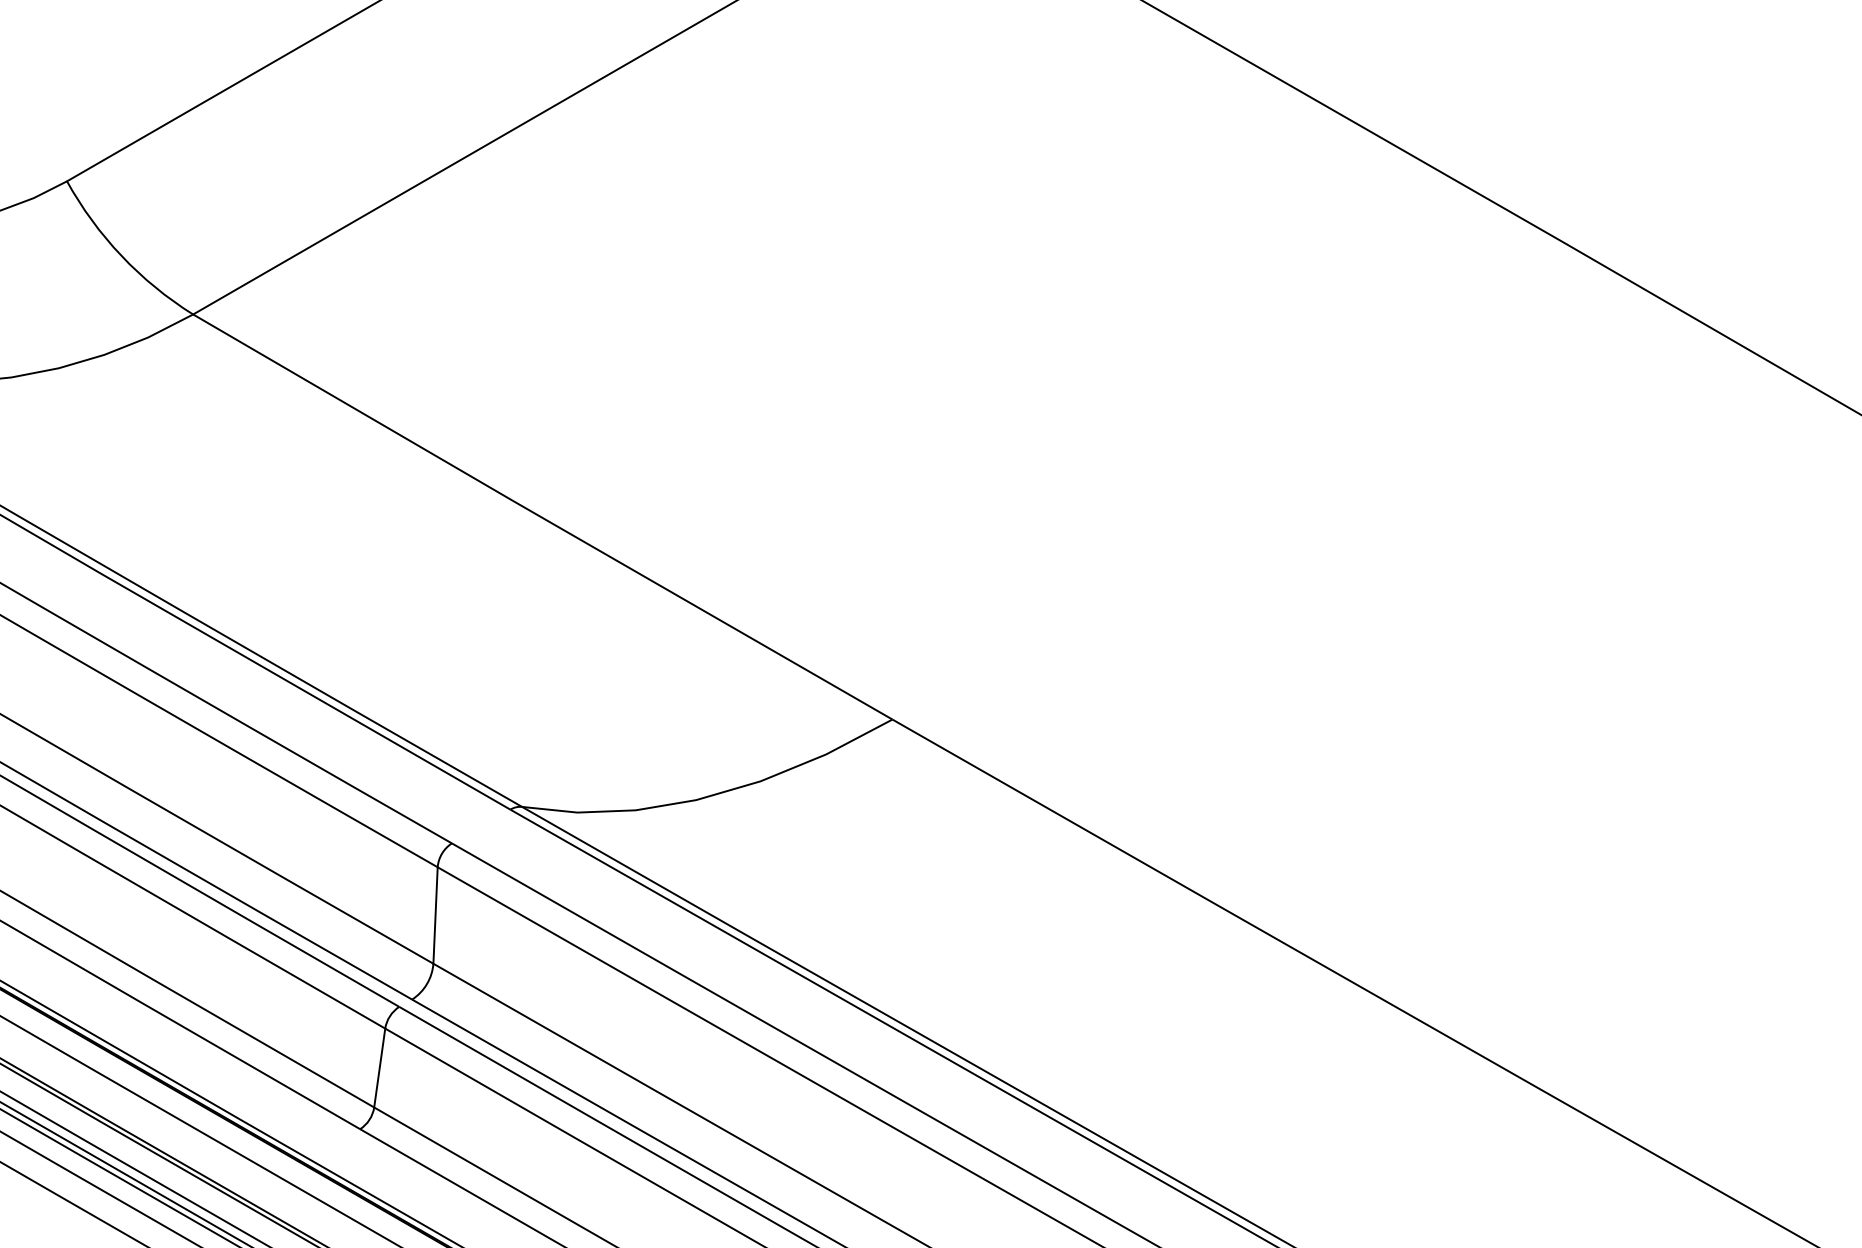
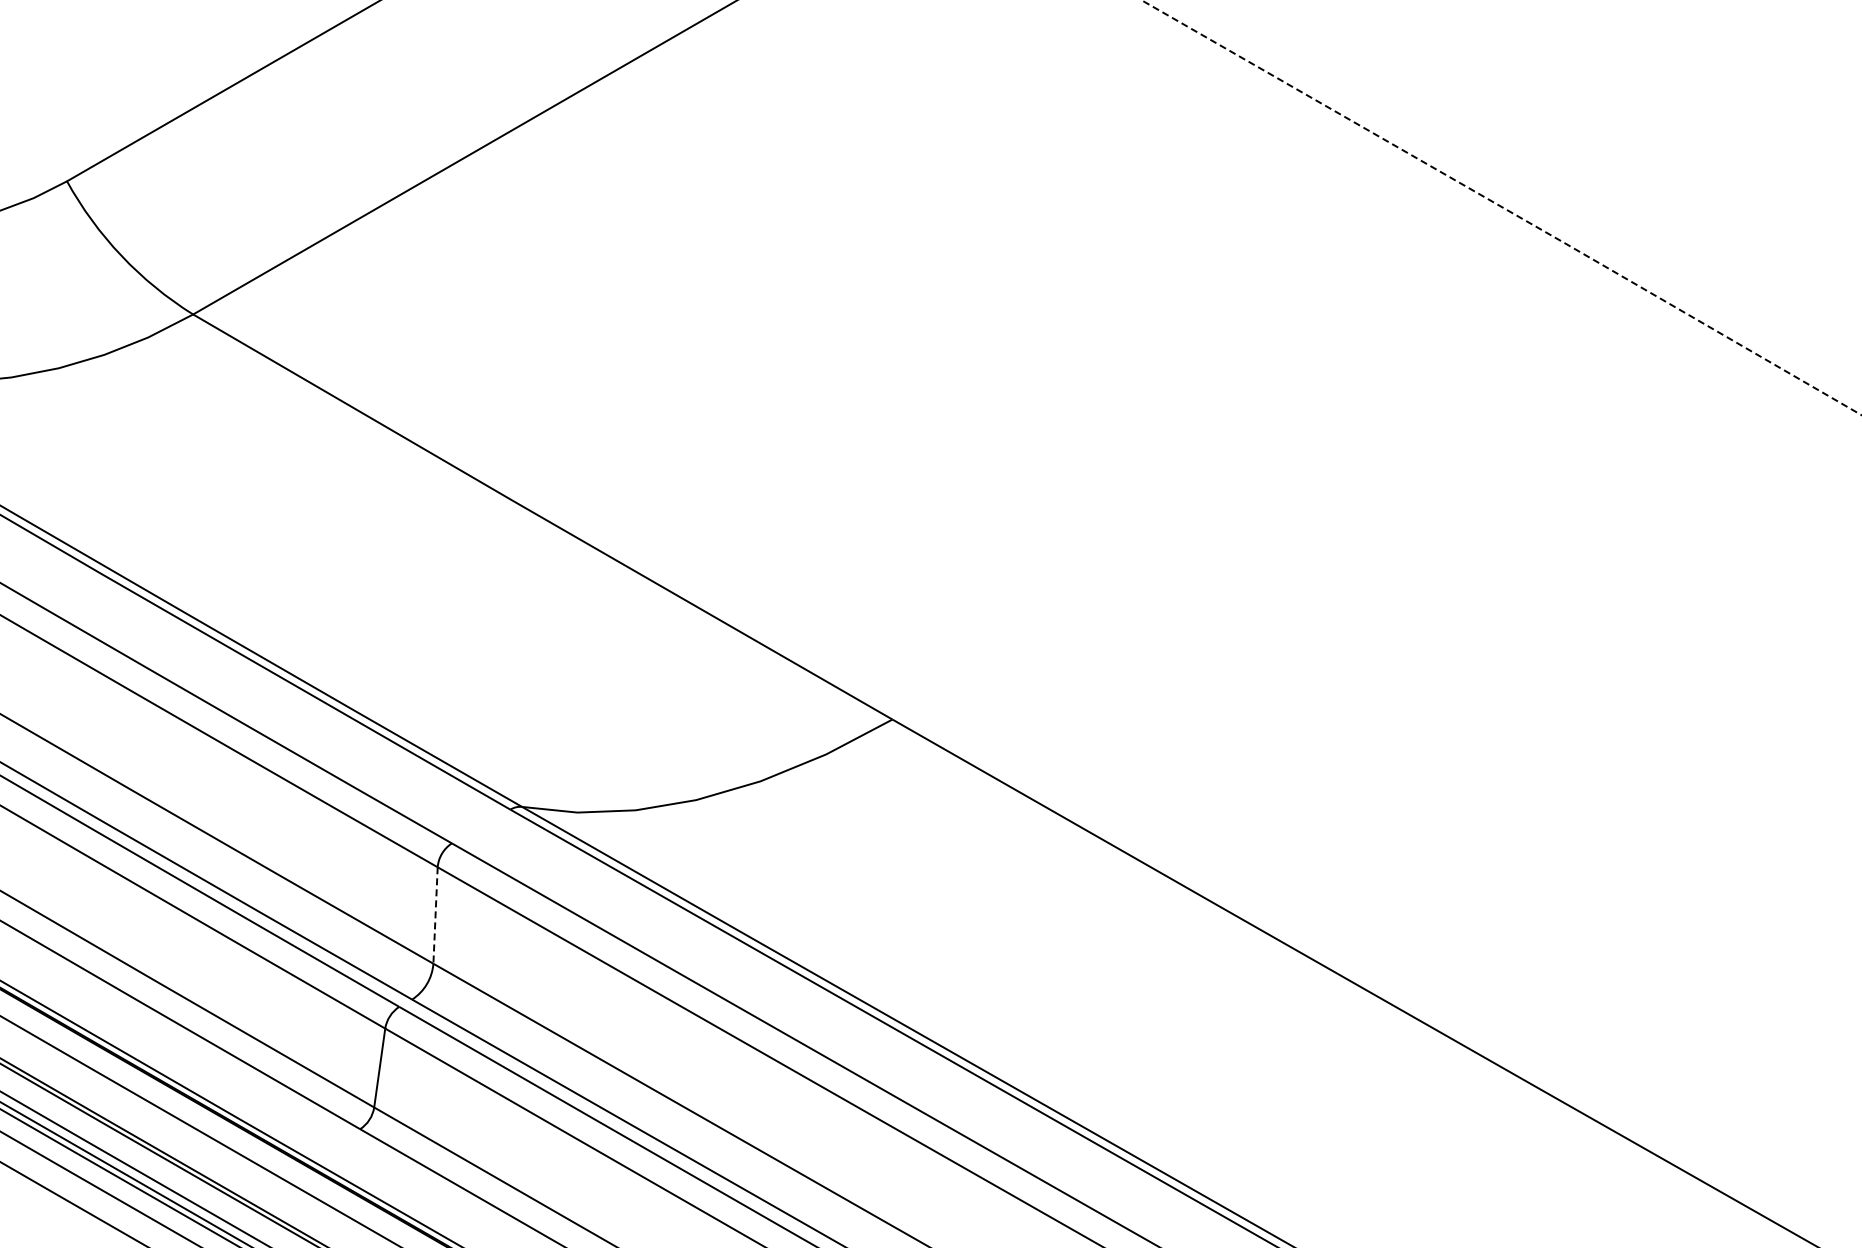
line at (1502, 207): solid -> dashed
line at (435, 916): solid -> dashed
